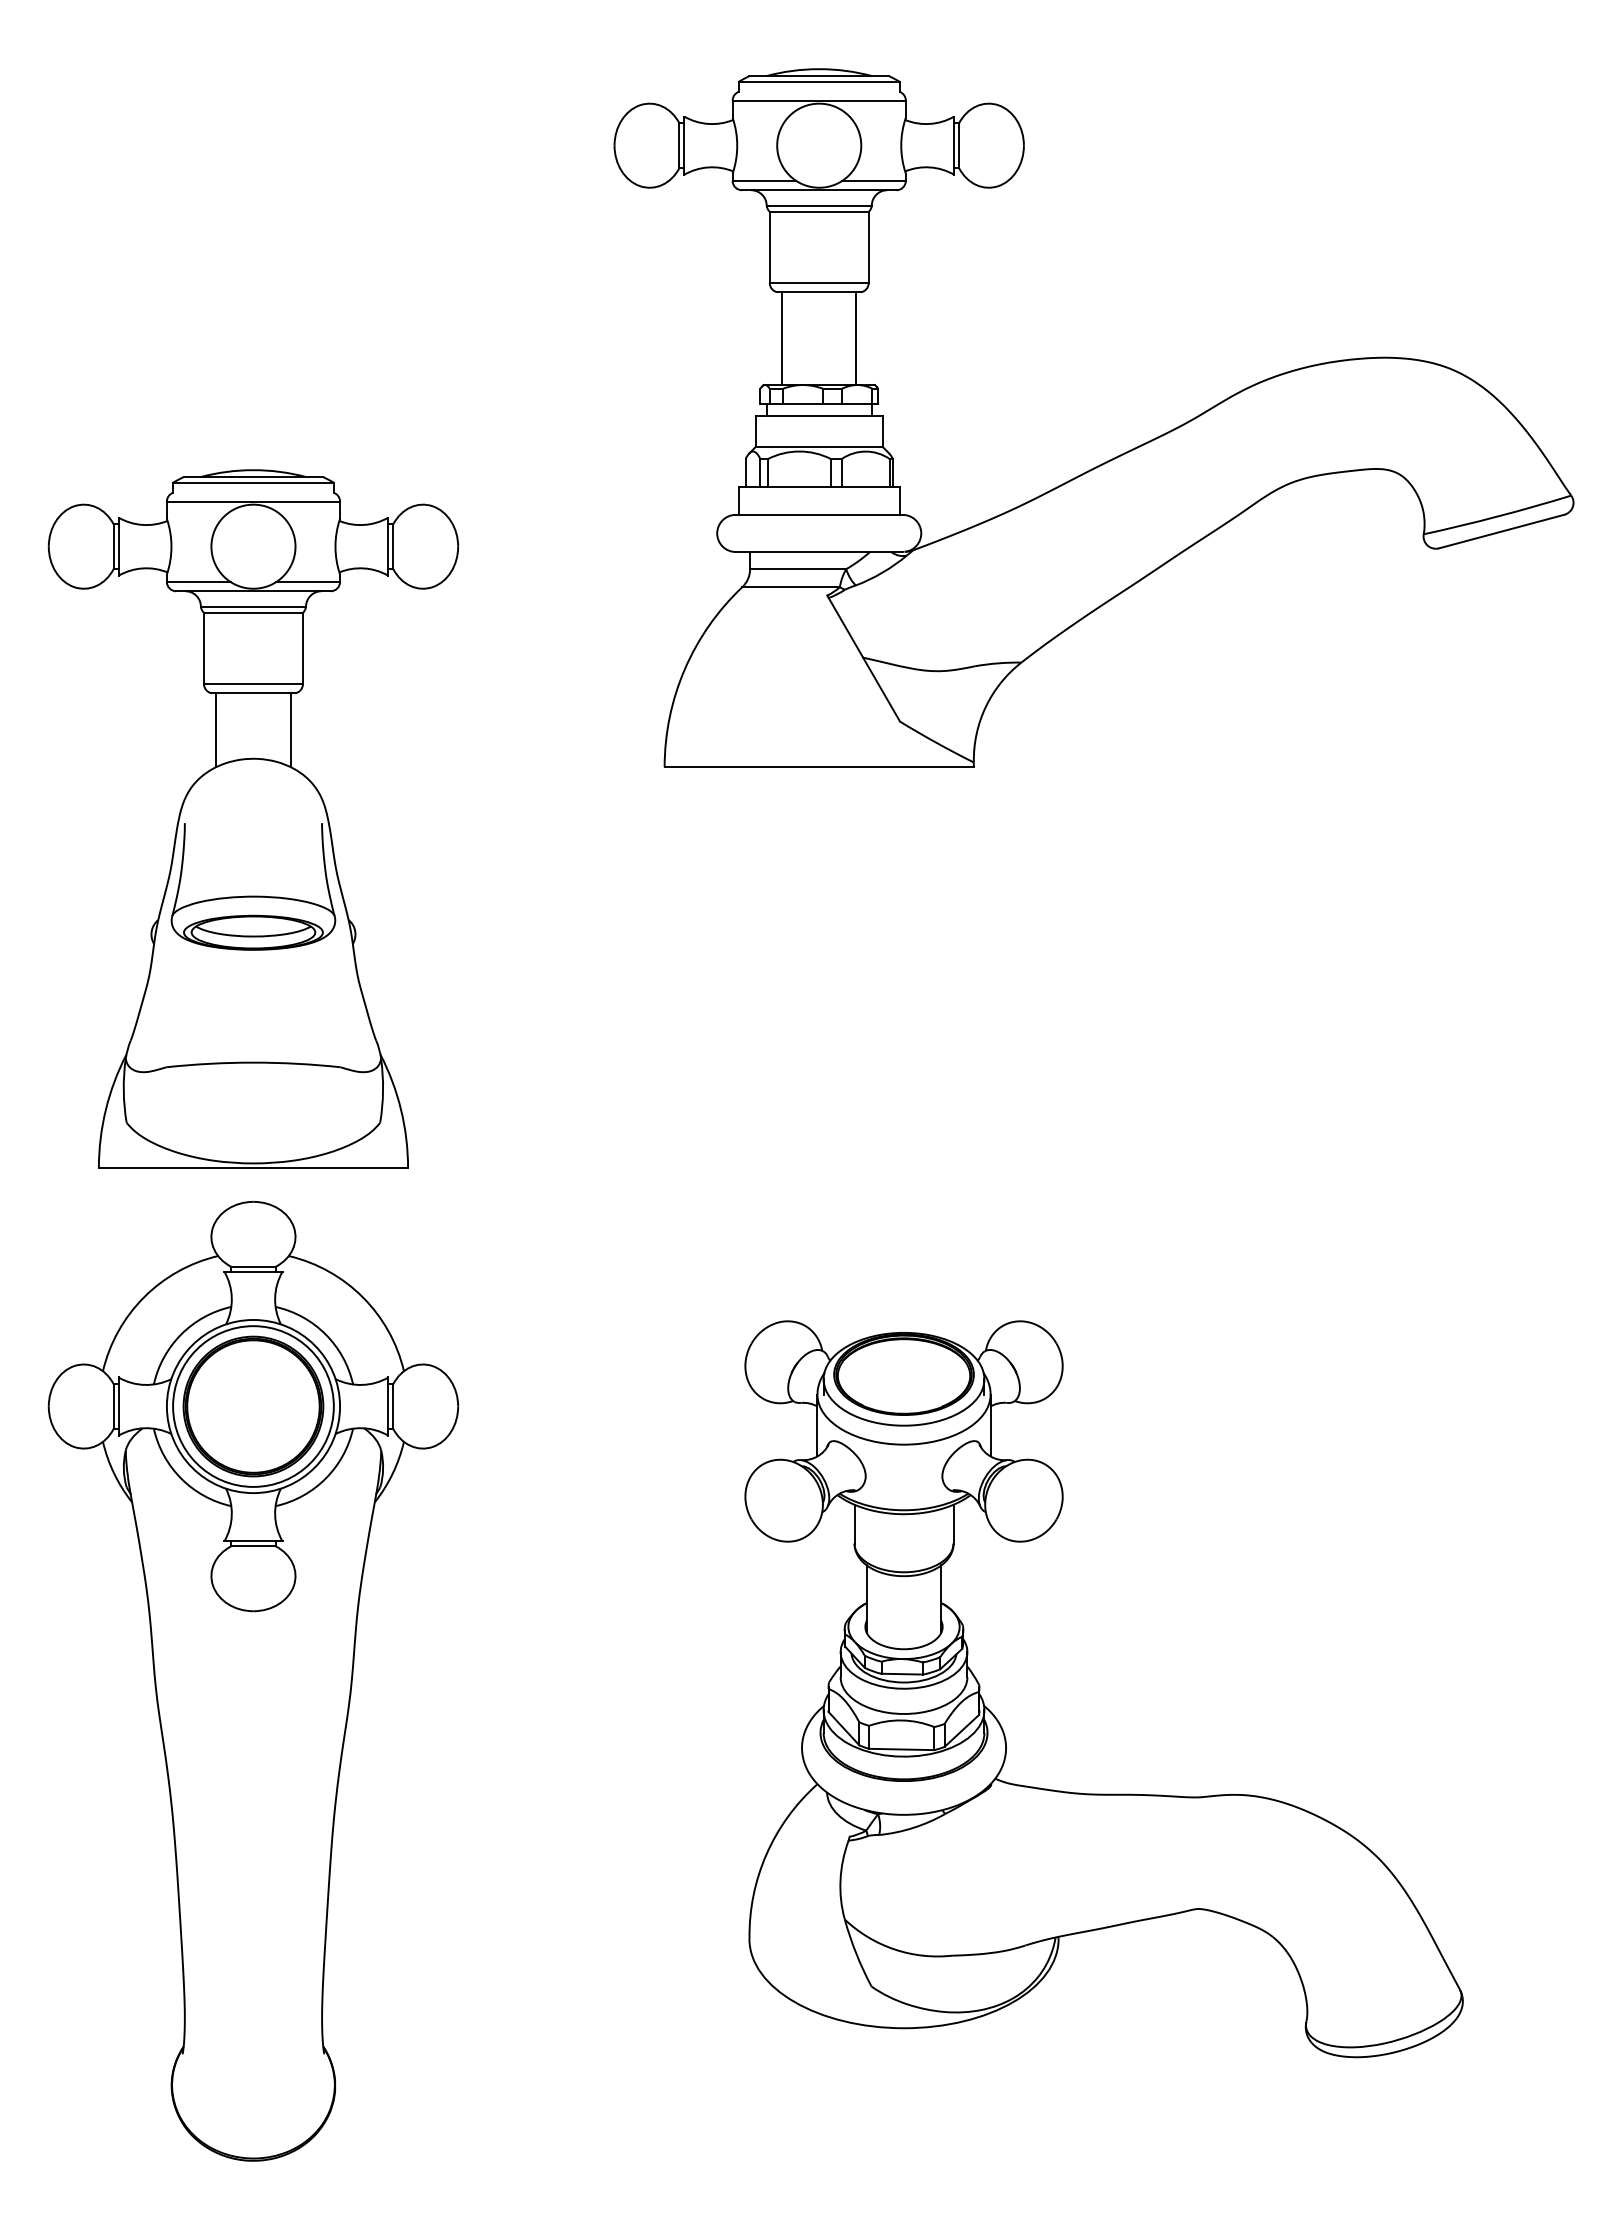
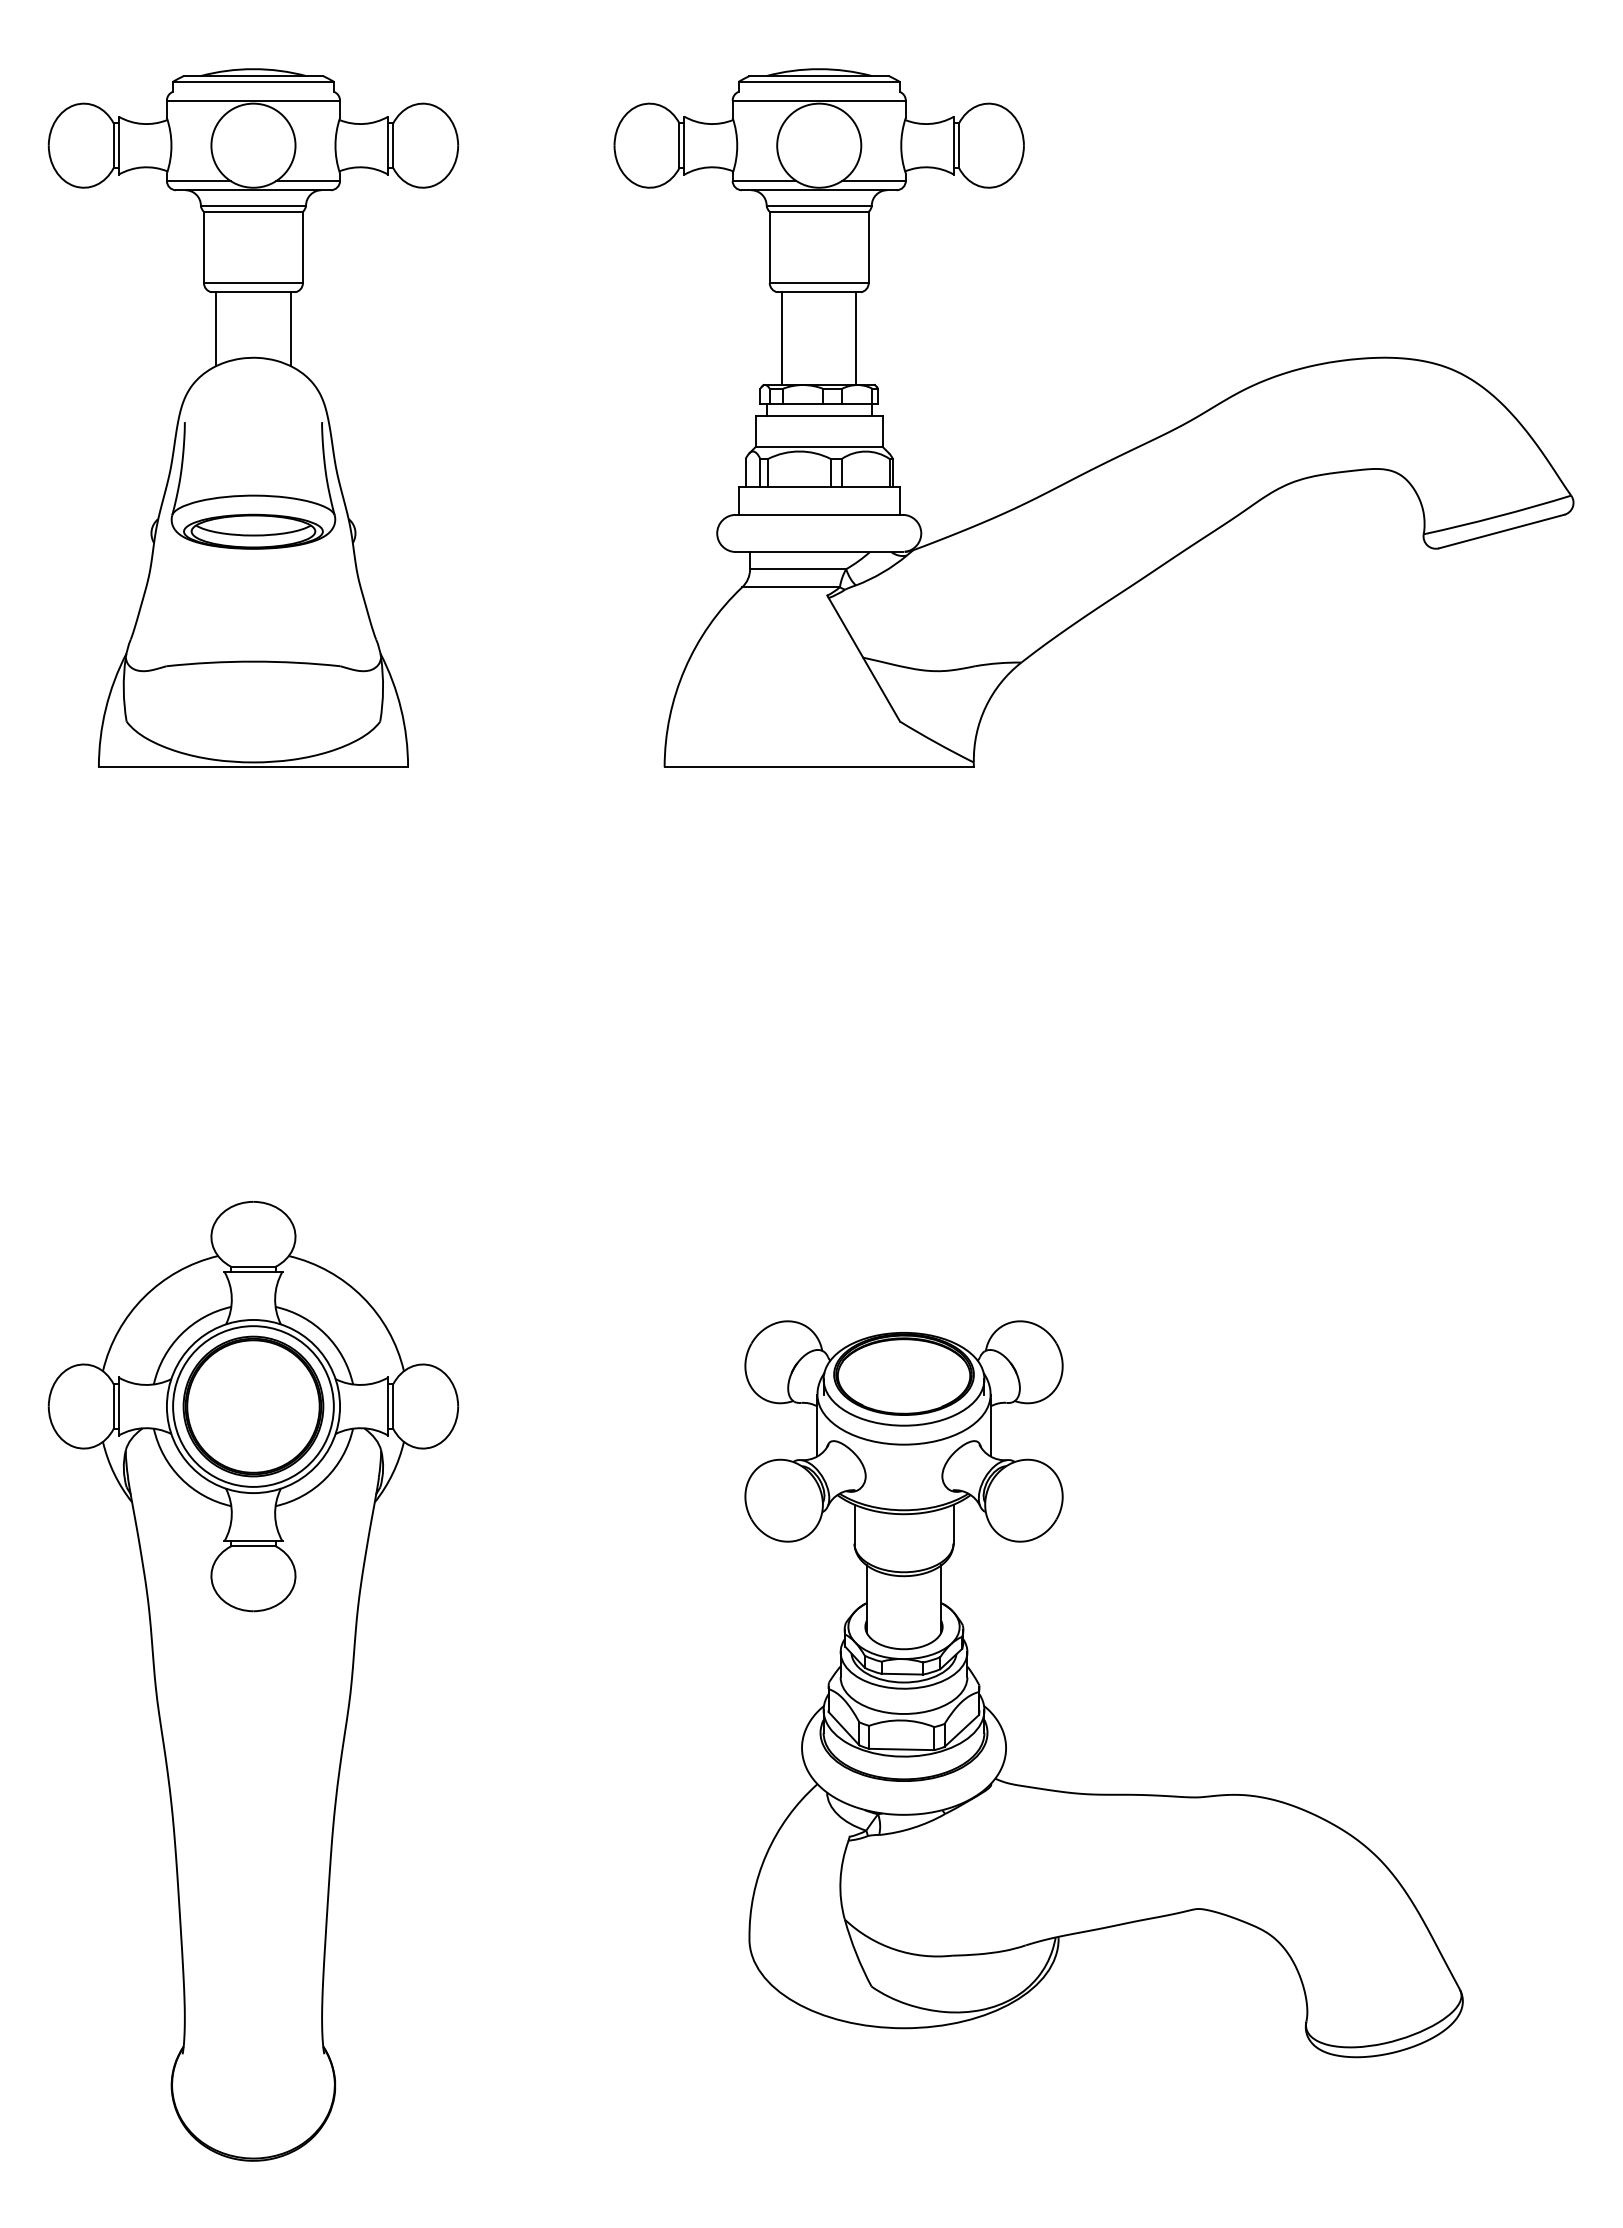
part at (253, 818) position: (253, 818) -> (253, 417)
